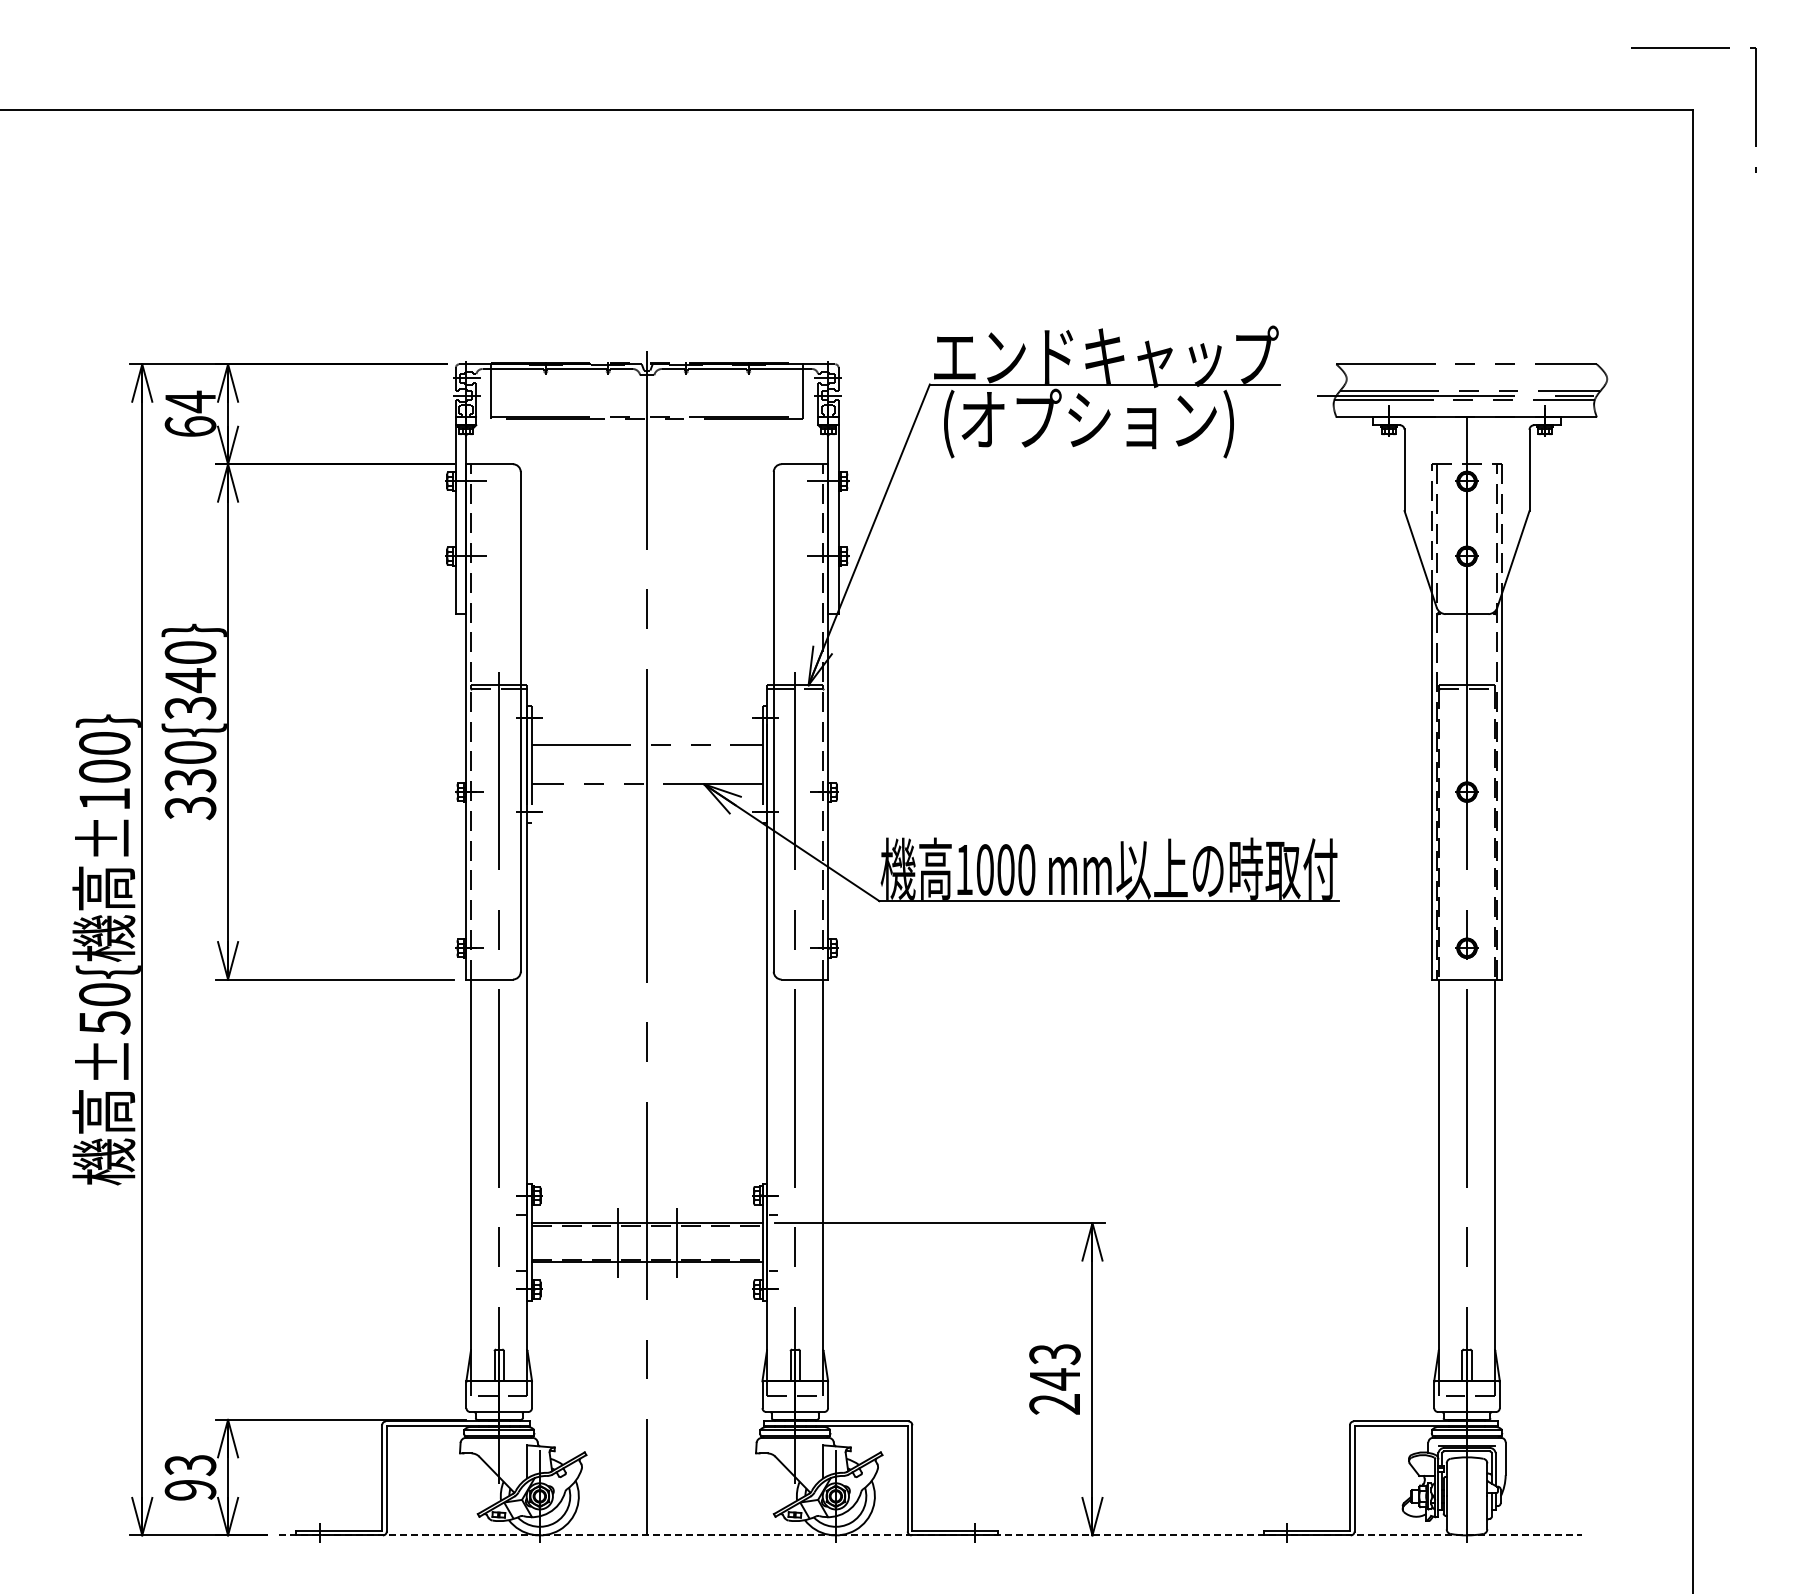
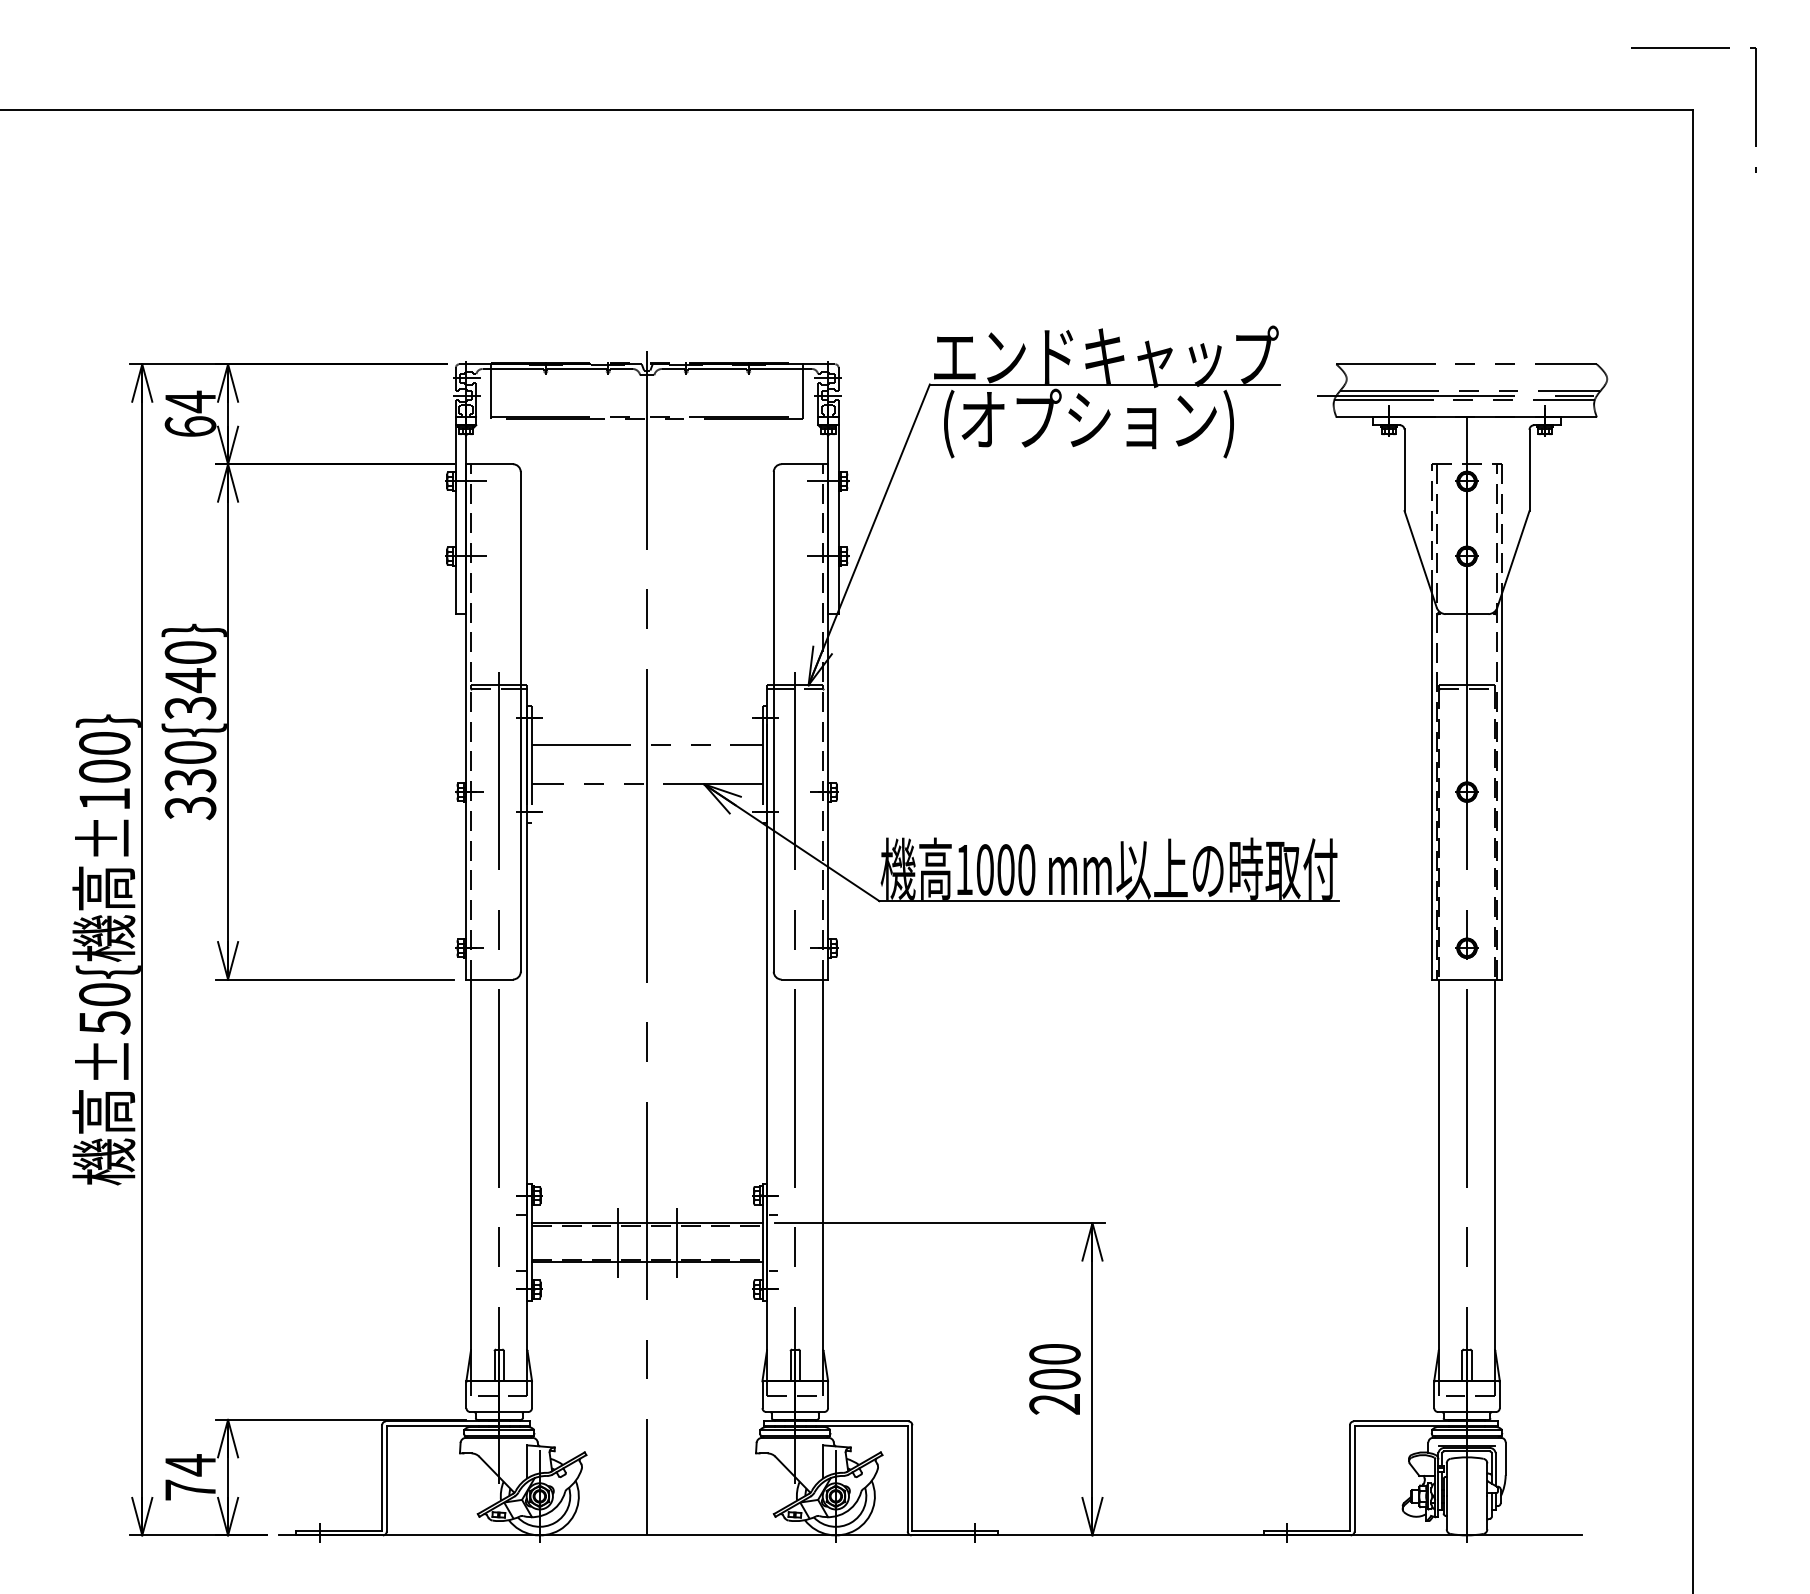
text at (1054, 1367): 243 -> 200
text at (190, 1477): 93 -> 74
line at (931, 1535): dashed -> solid
